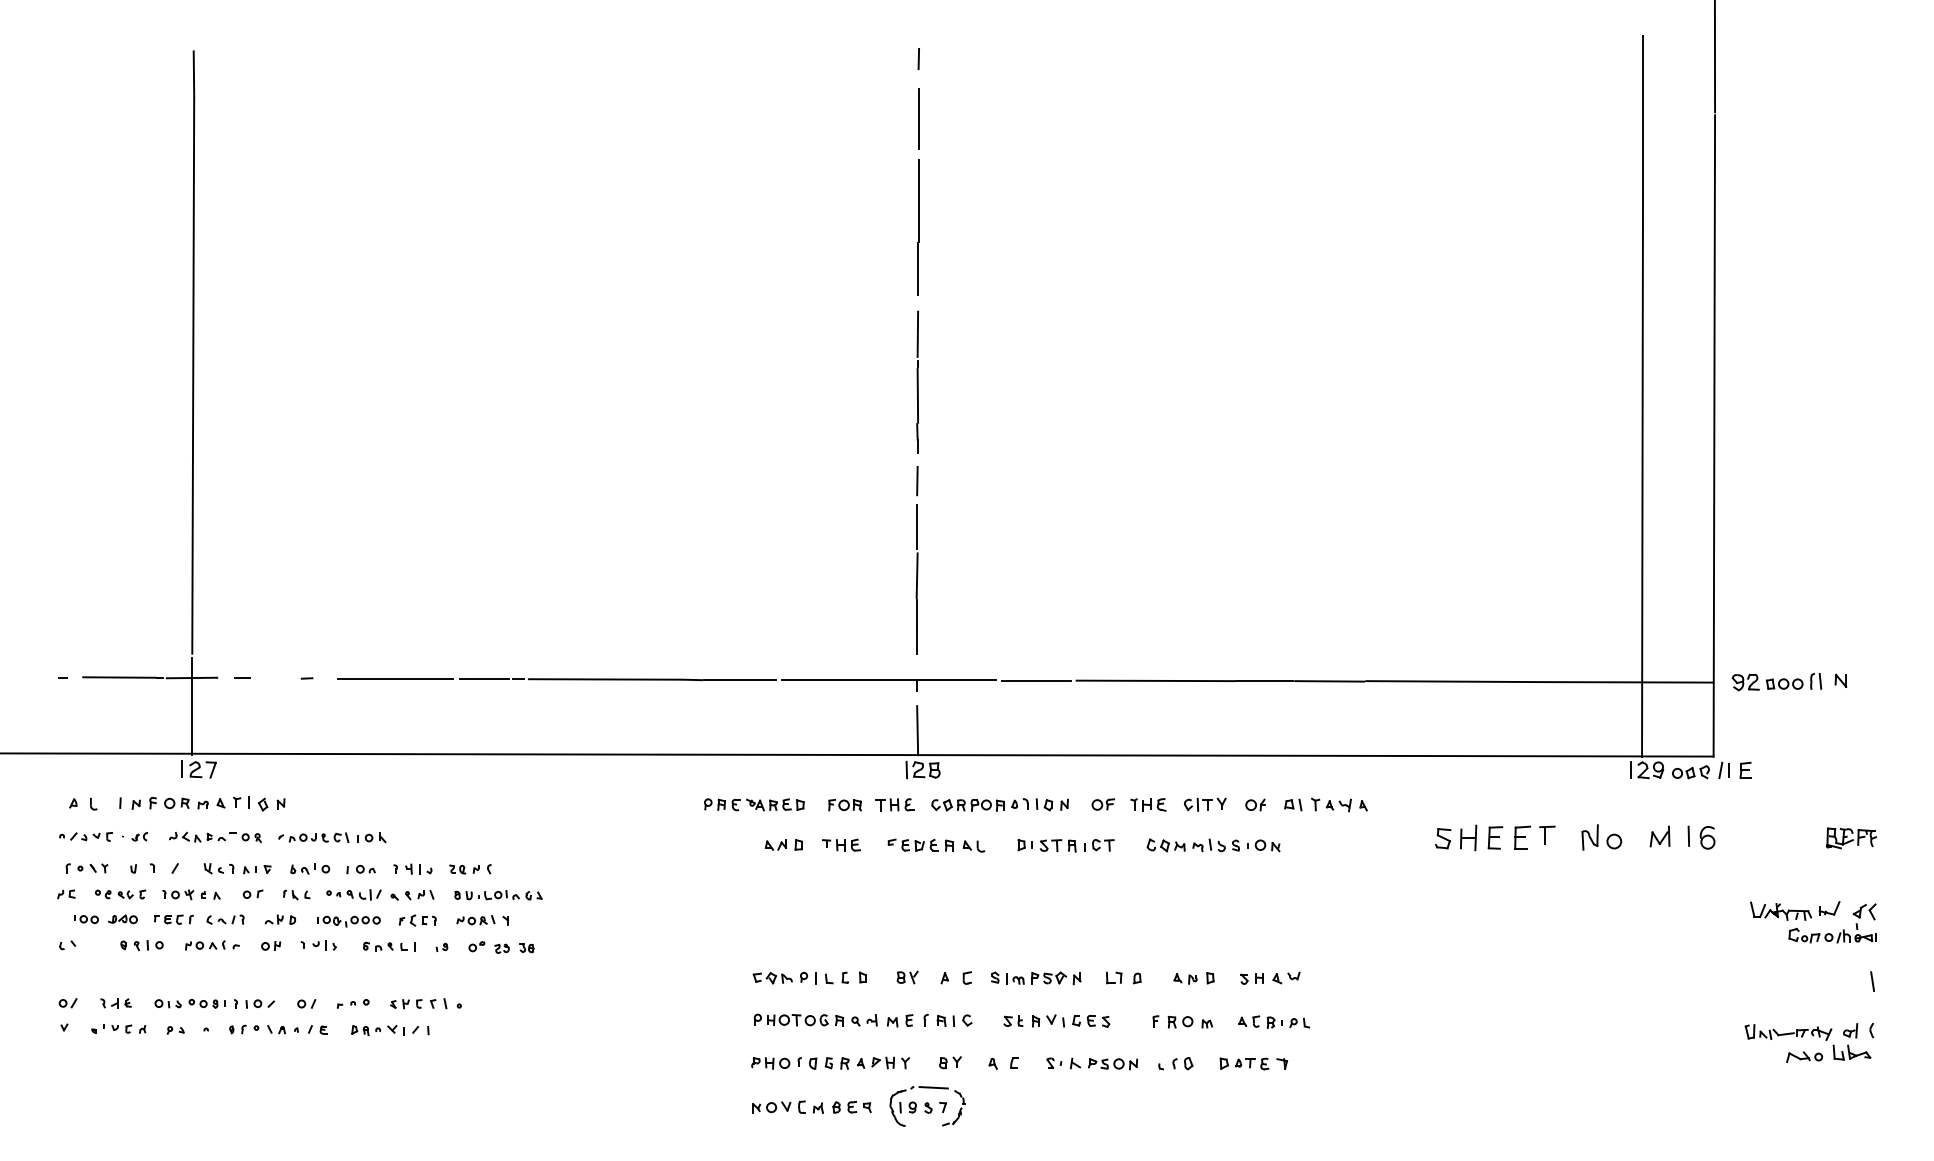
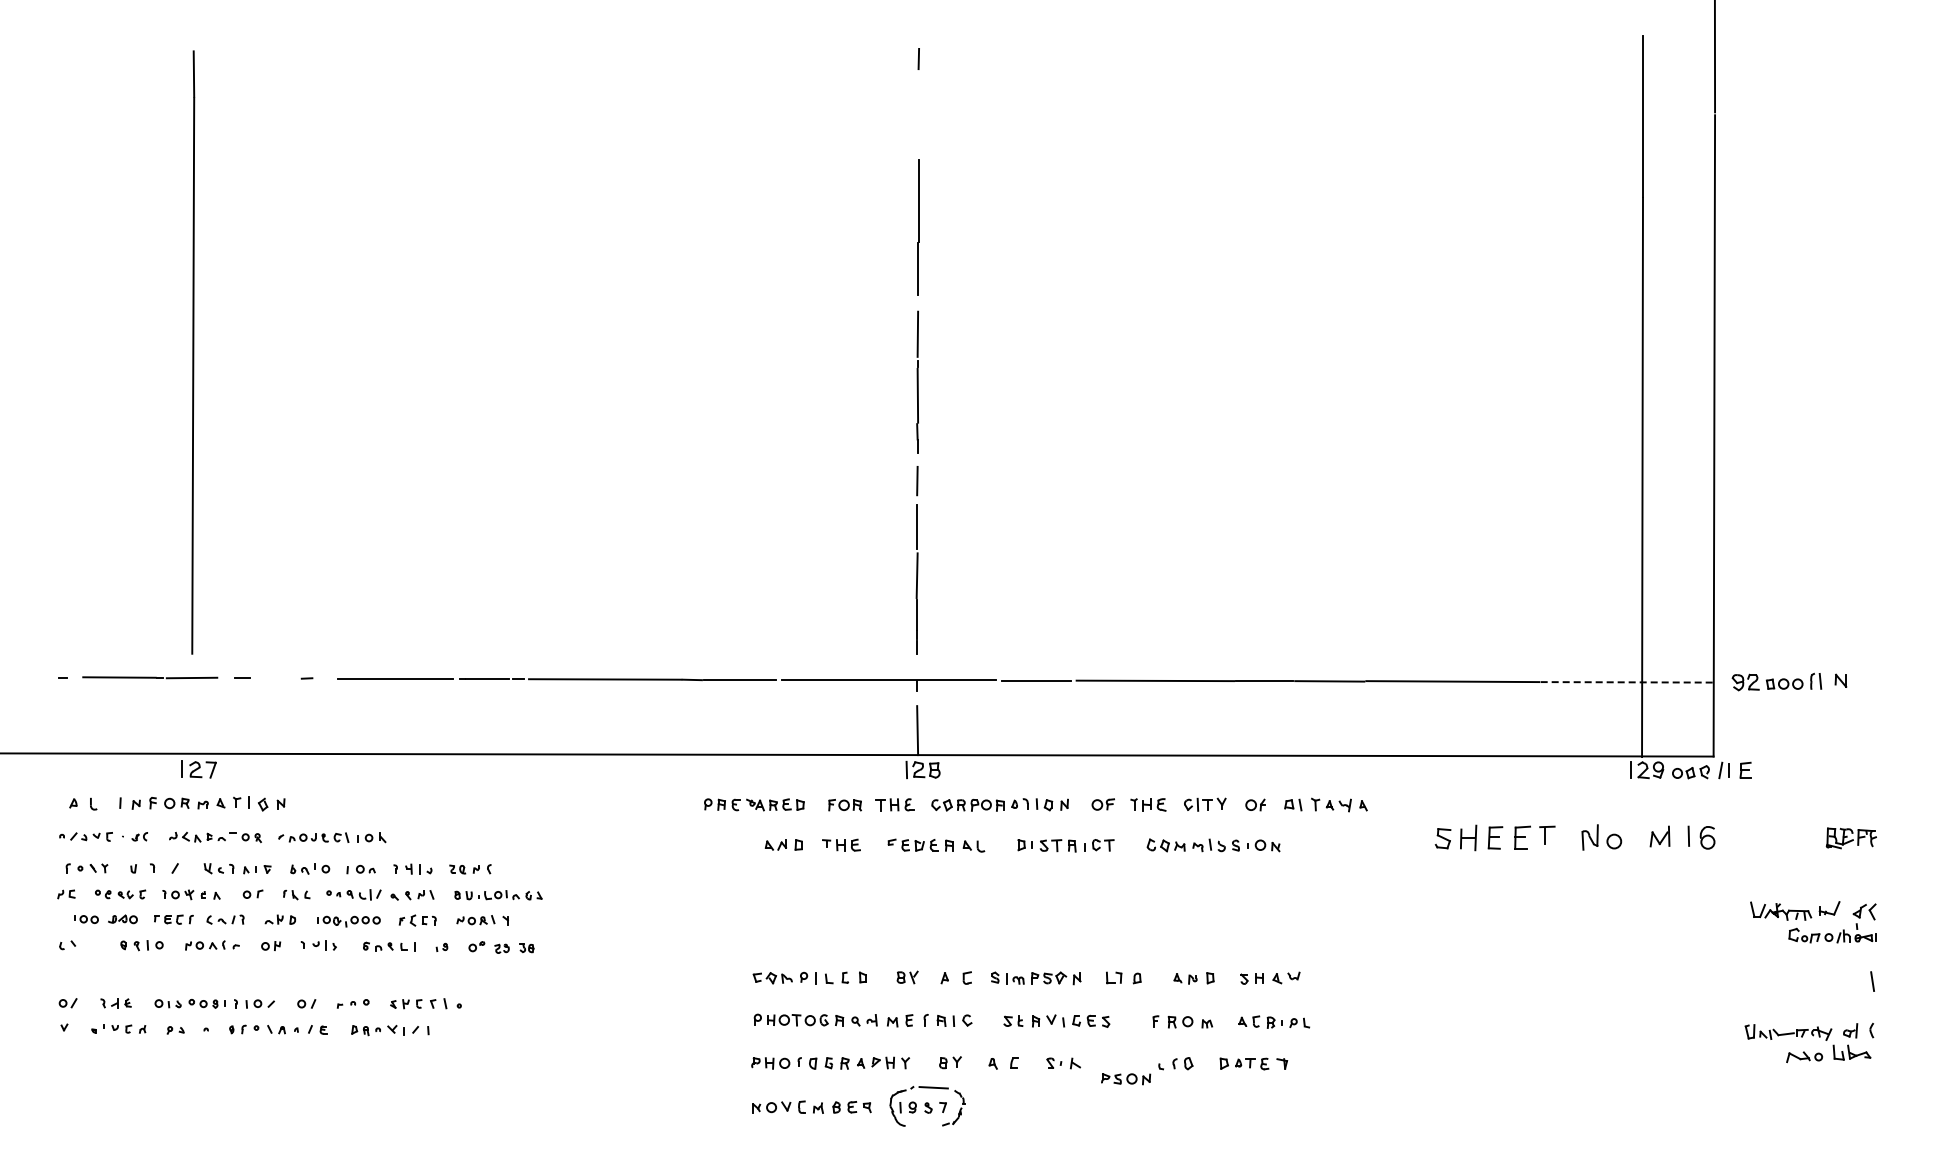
line at (918, 118): present -> none
line at (1627, 682): solid -> dashed
line at (192, 706): present -> none
part at (1113, 1064) position: (1113, 1064) -> (1126, 1079)
